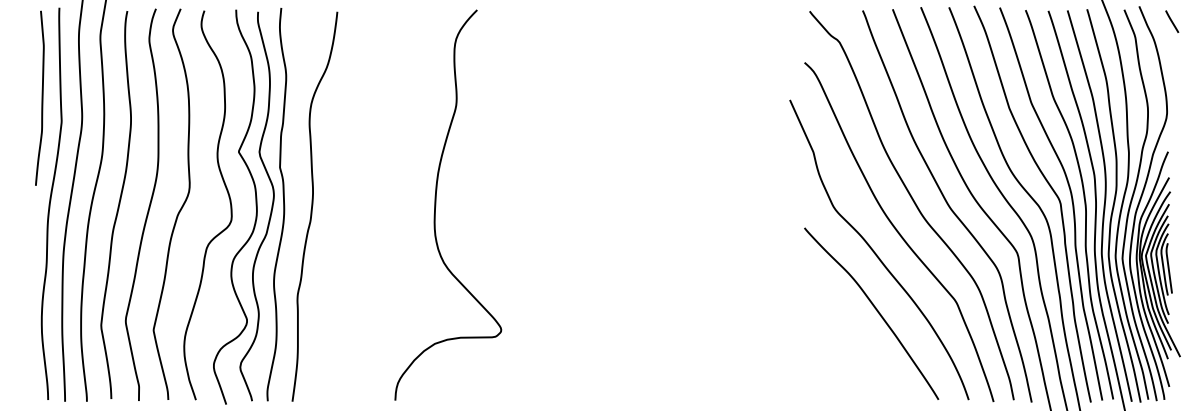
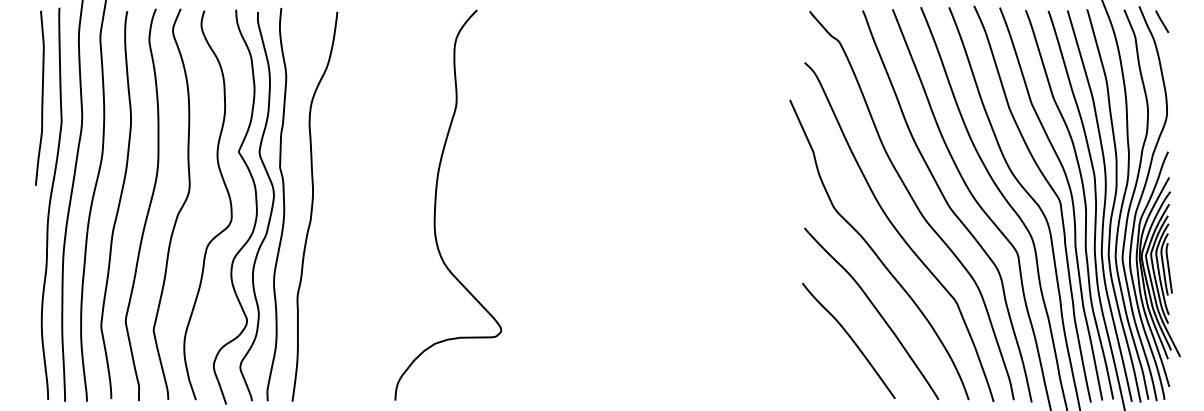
line at (1172, 21) position: (1172, 21) -> (1162, 21)
curve at (850, 338): none -> present
